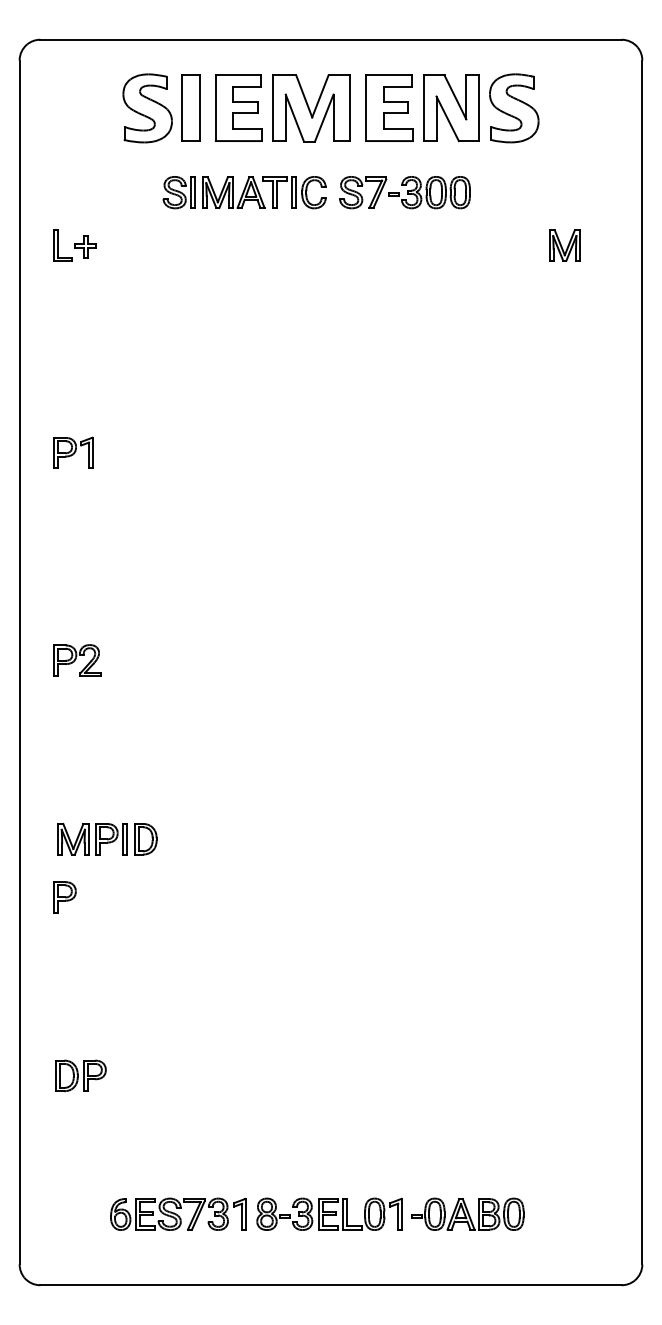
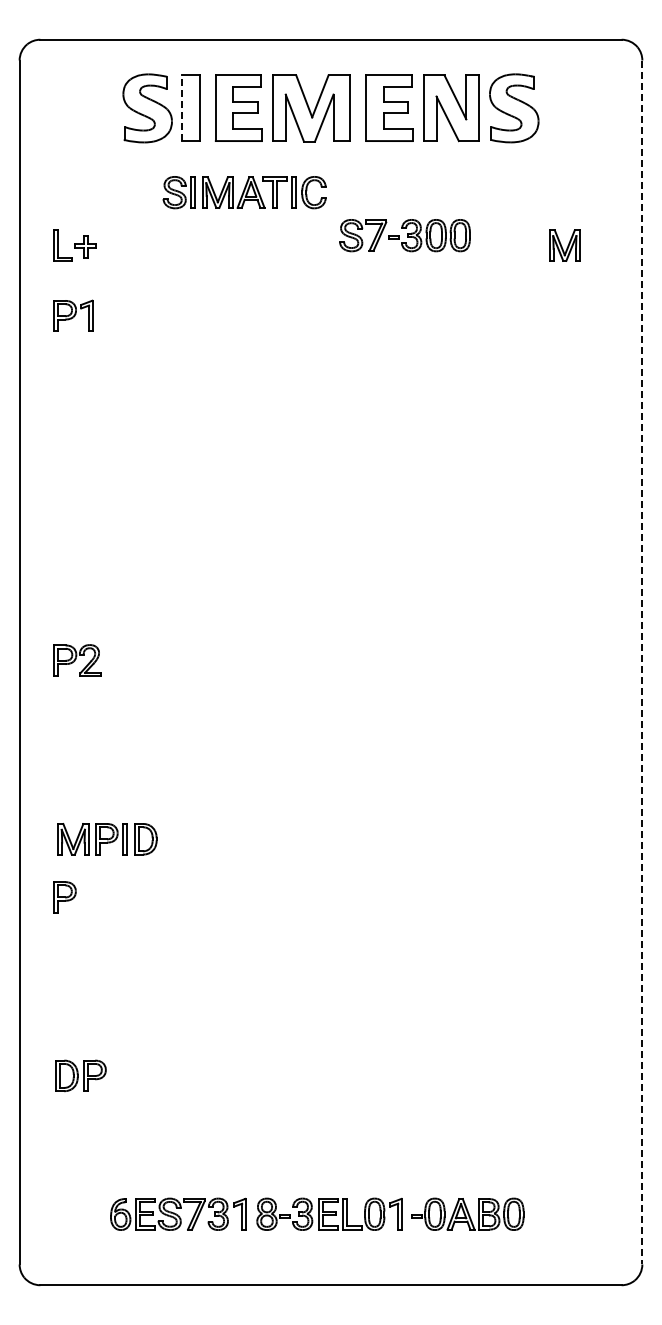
line at (181, 108): solid -> dashed
part at (404, 192) position: (404, 192) -> (404, 235)
part at (73, 452) position: (73, 452) -> (73, 315)
line at (642, 662): solid -> dashed
